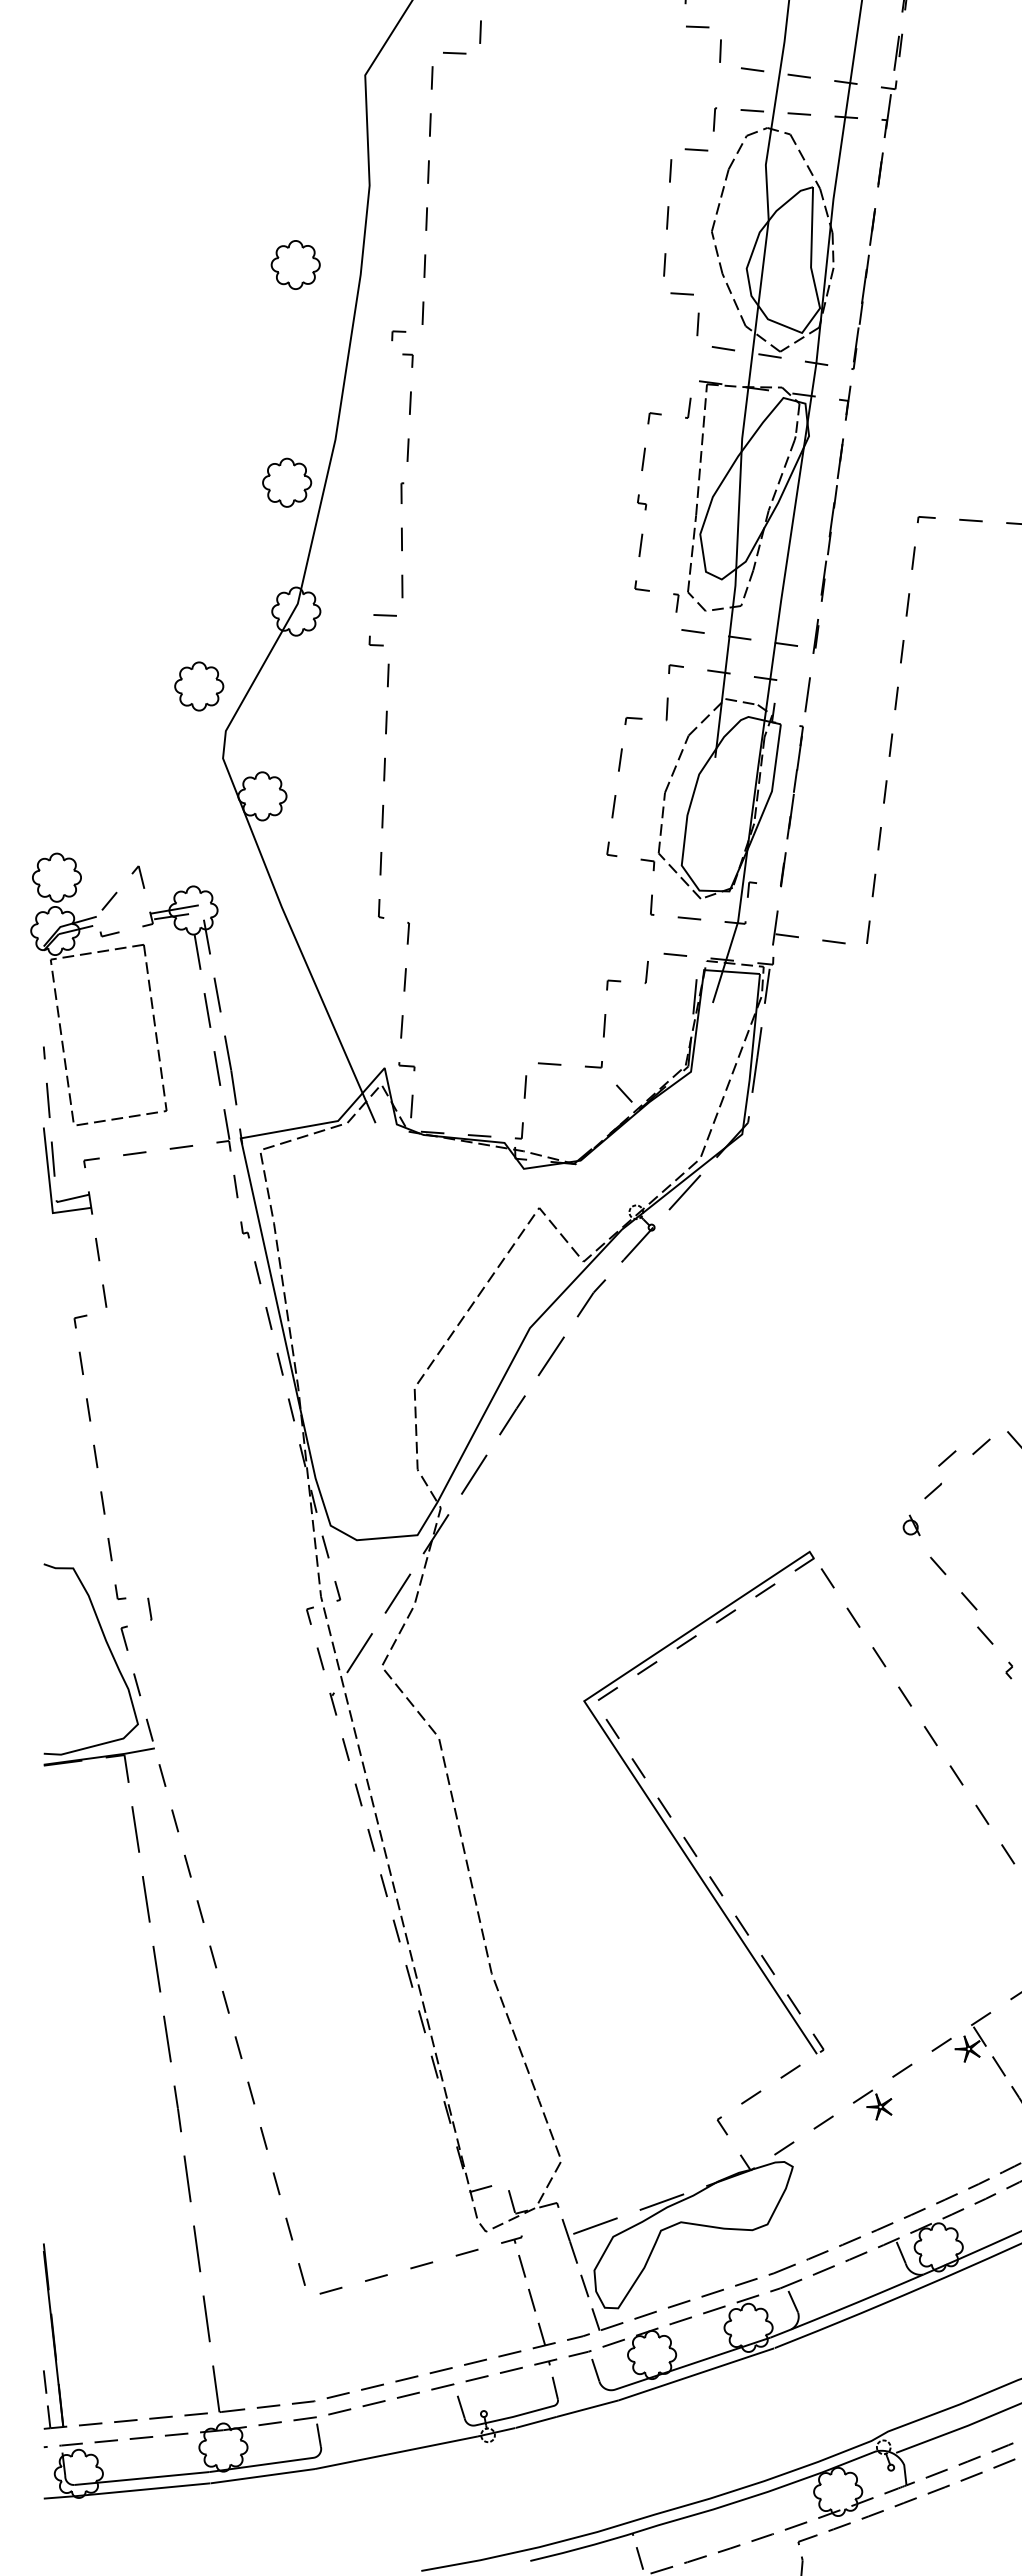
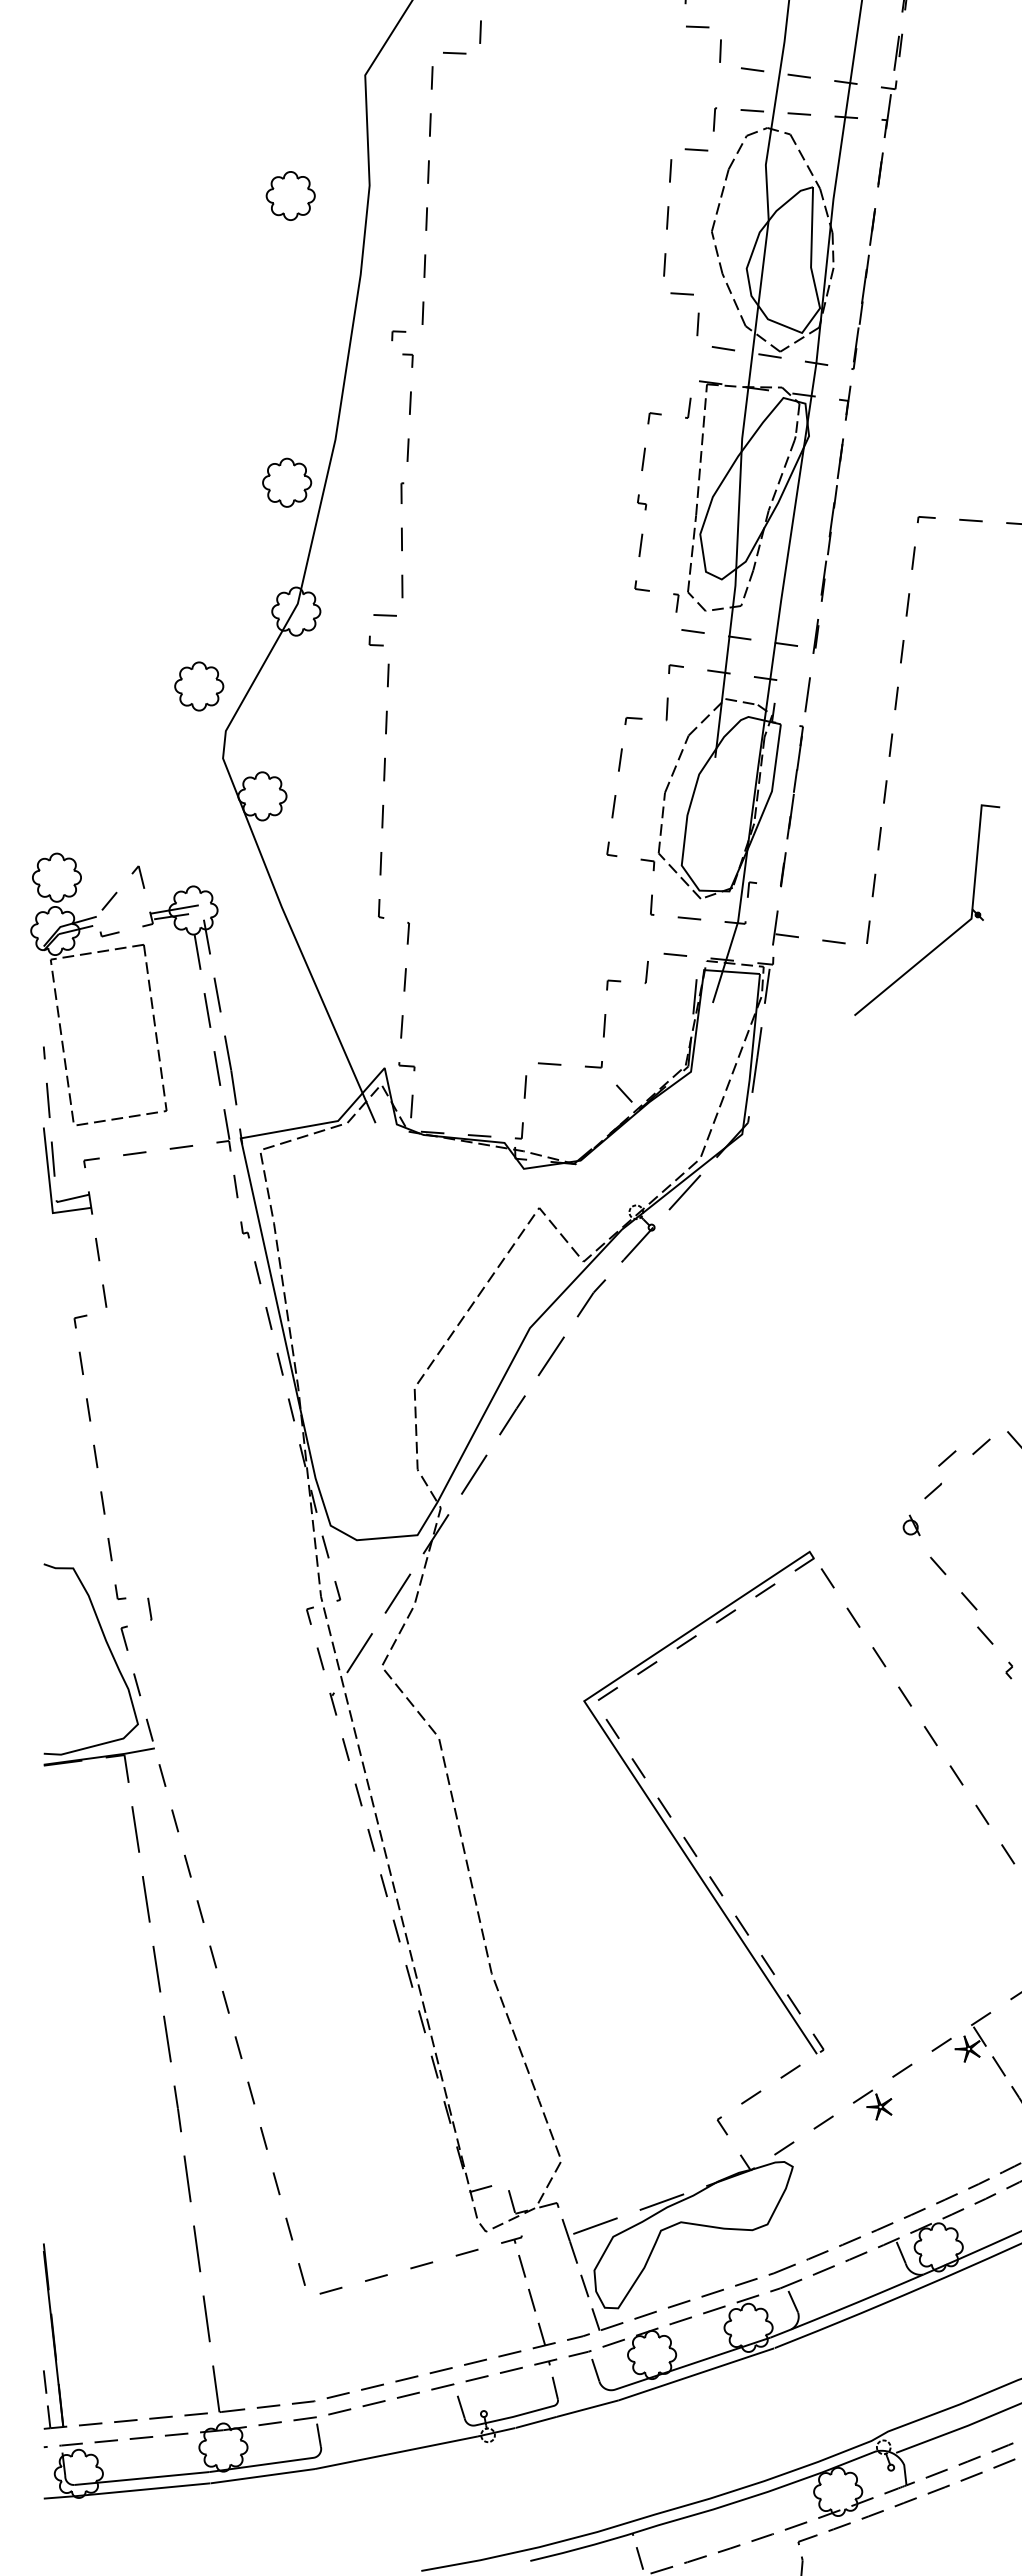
part at (295, 264) position: (295, 264) -> (290, 195)
part at (950, 934): none -> present
